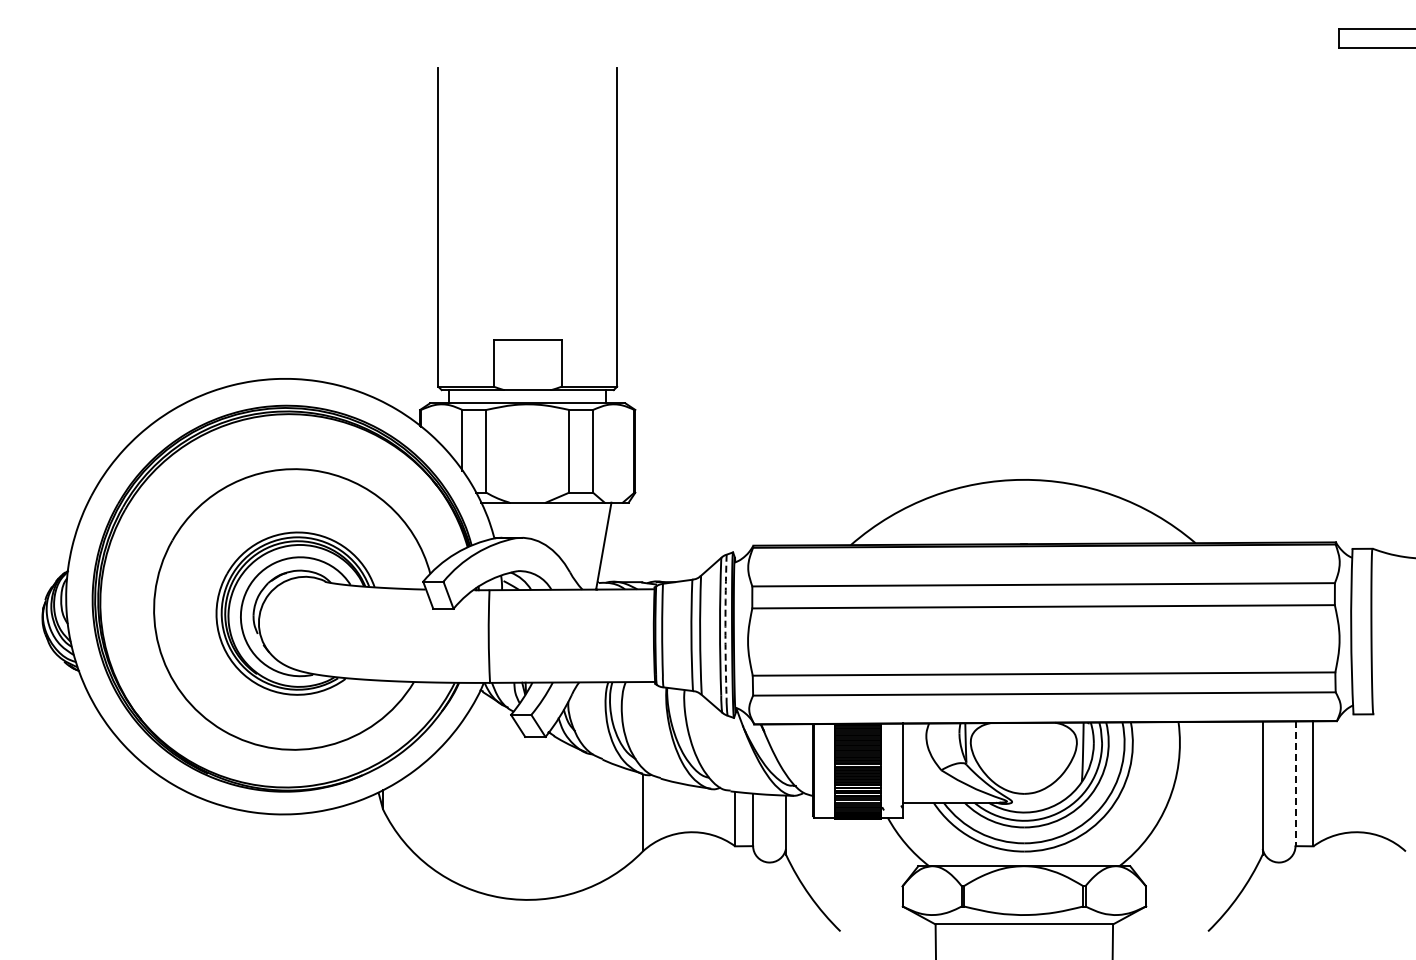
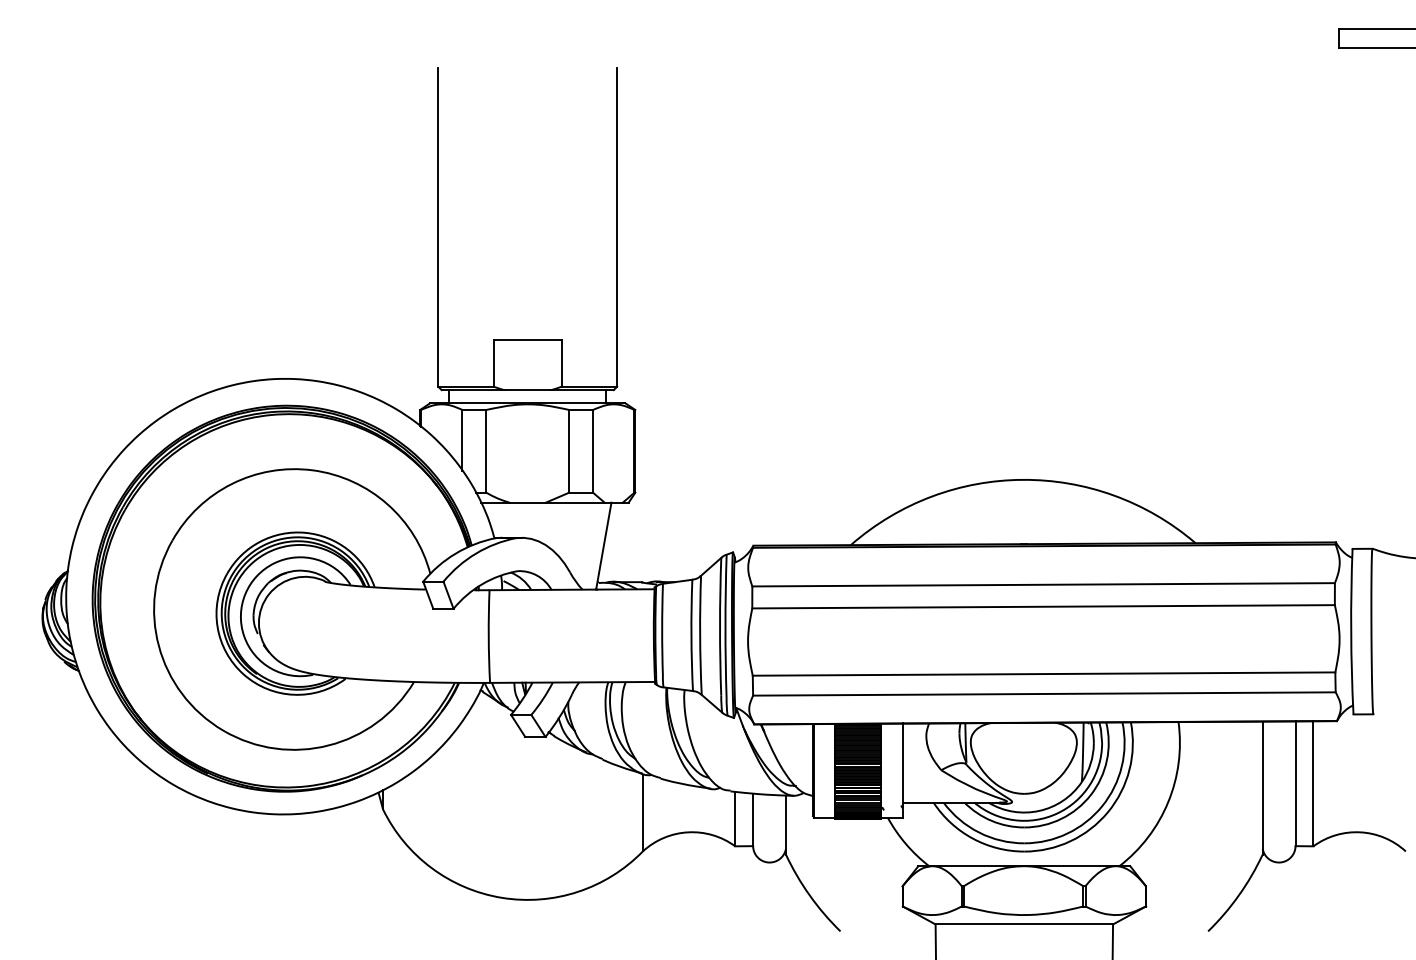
arc at (725, 626): dashed -> solid
line at (1295, 784): dashed -> solid
